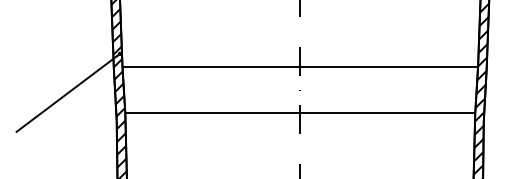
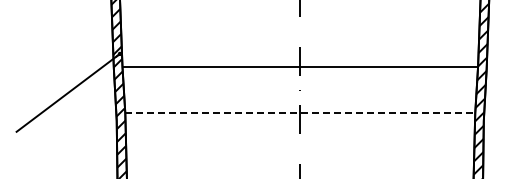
line at (300, 113): solid -> dashed
